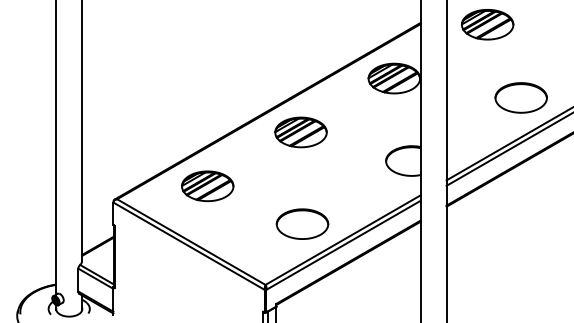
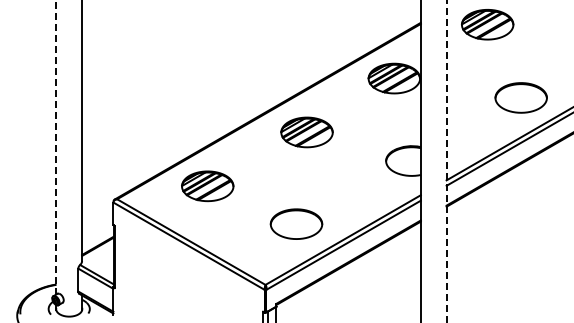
part at (300, 132) position: (300, 132) -> (306, 132)
line at (56, 147): solid -> dashed
line at (446, 161): solid -> dashed
part at (302, 223) position: (302, 223) -> (296, 223)
